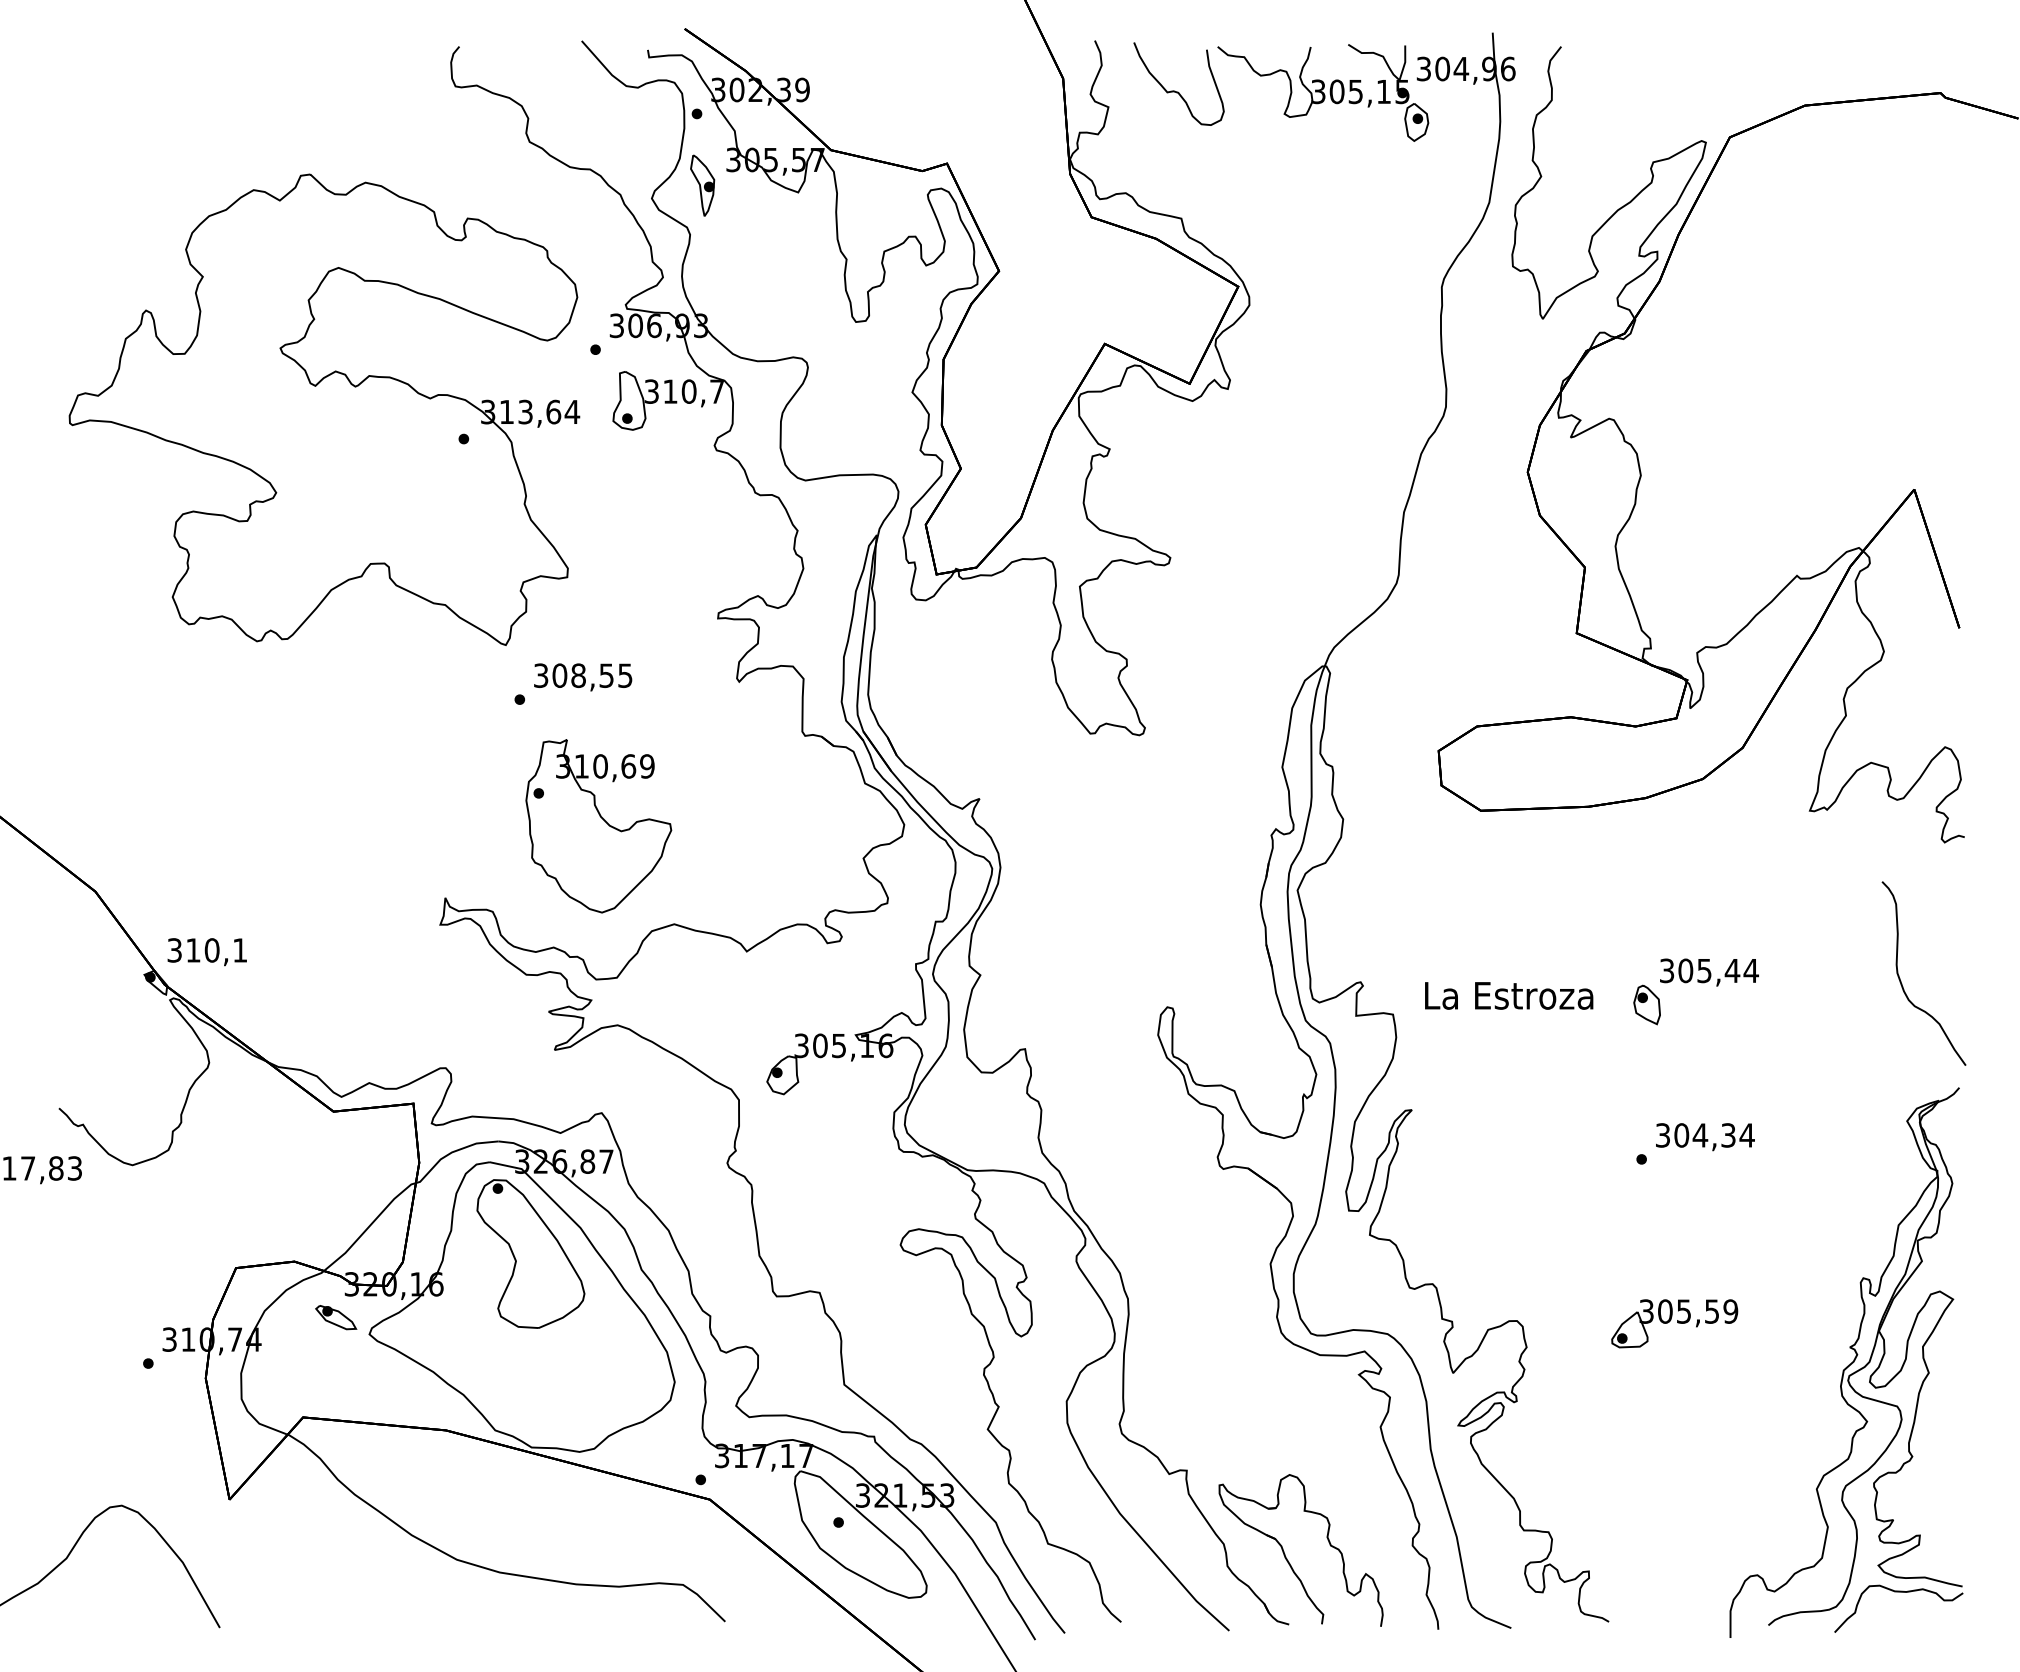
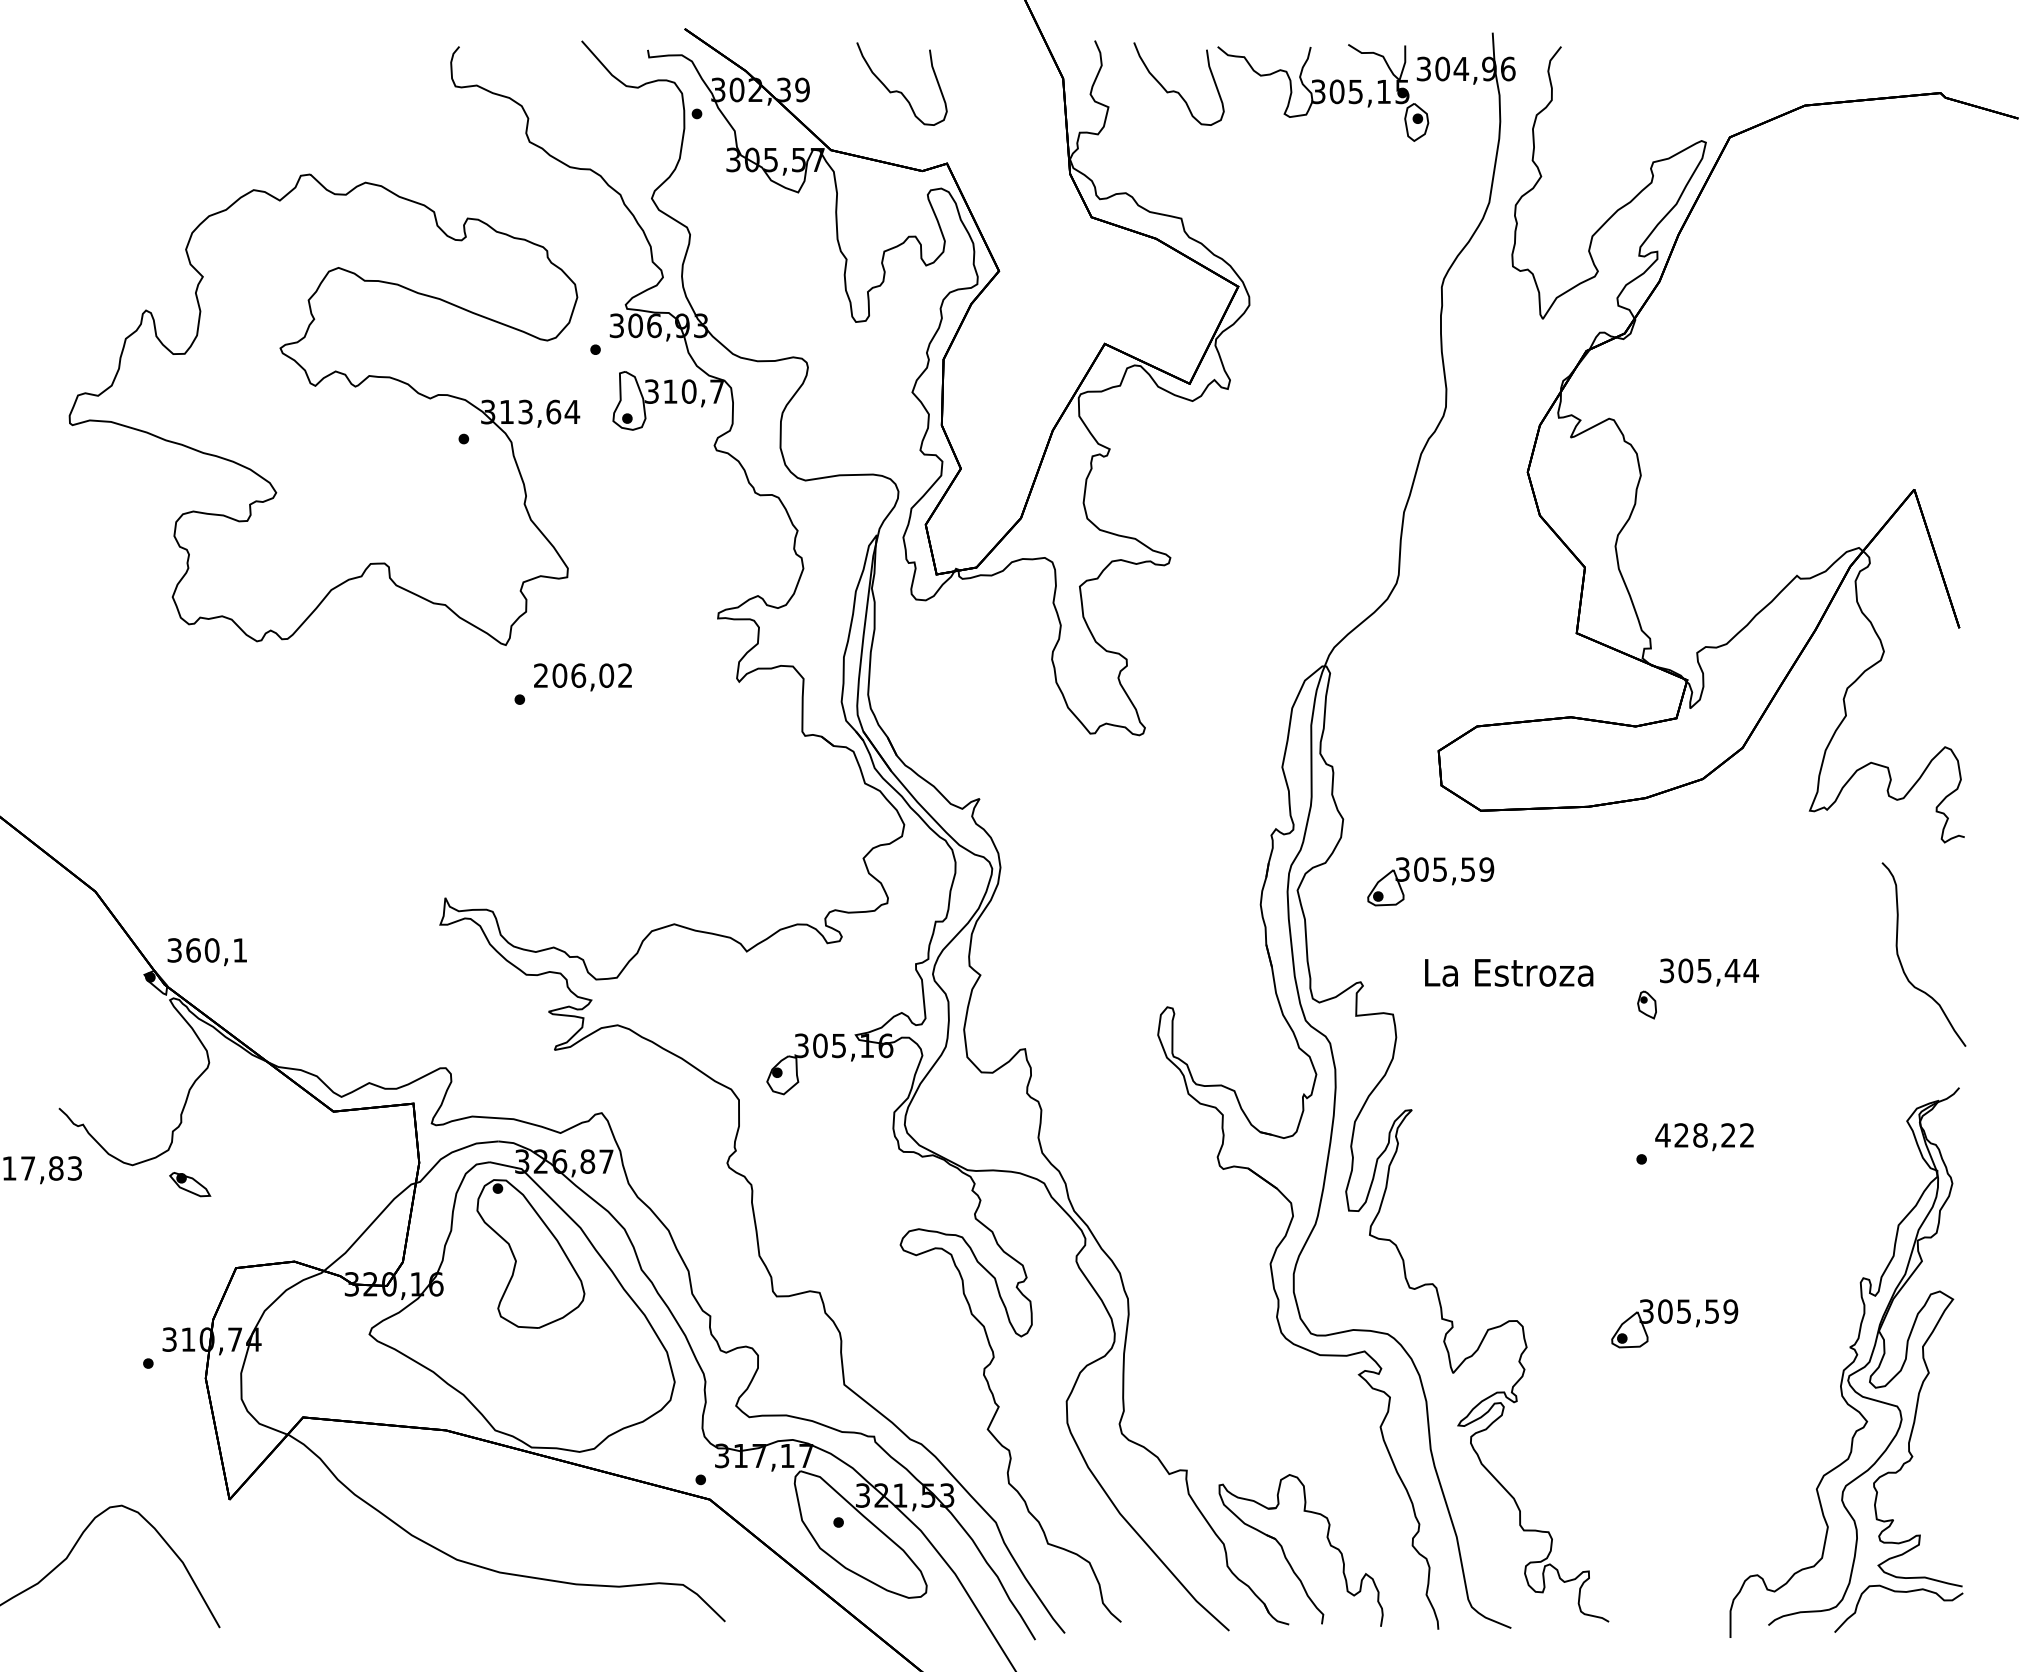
curve at (901, 91): none -> present
part at (702, 185): present -> none
text at (583, 675): 308,55 -> 206,02
part at (598, 826): present -> none
part at (1430, 881): none -> present
text at (193, 950): 310,1 -> 360,1
curve at (1902, 983) position: (1902, 983) -> (1902, 964)
text at (1509, 995) position: (1509, 995) -> (1509, 972)
part at (1646, 1004) size: 28x42 px -> 20x30 px
text at (1704, 1135): 304,34 -> 428,22
part at (336, 1317) position: (336, 1317) -> (190, 1184)
